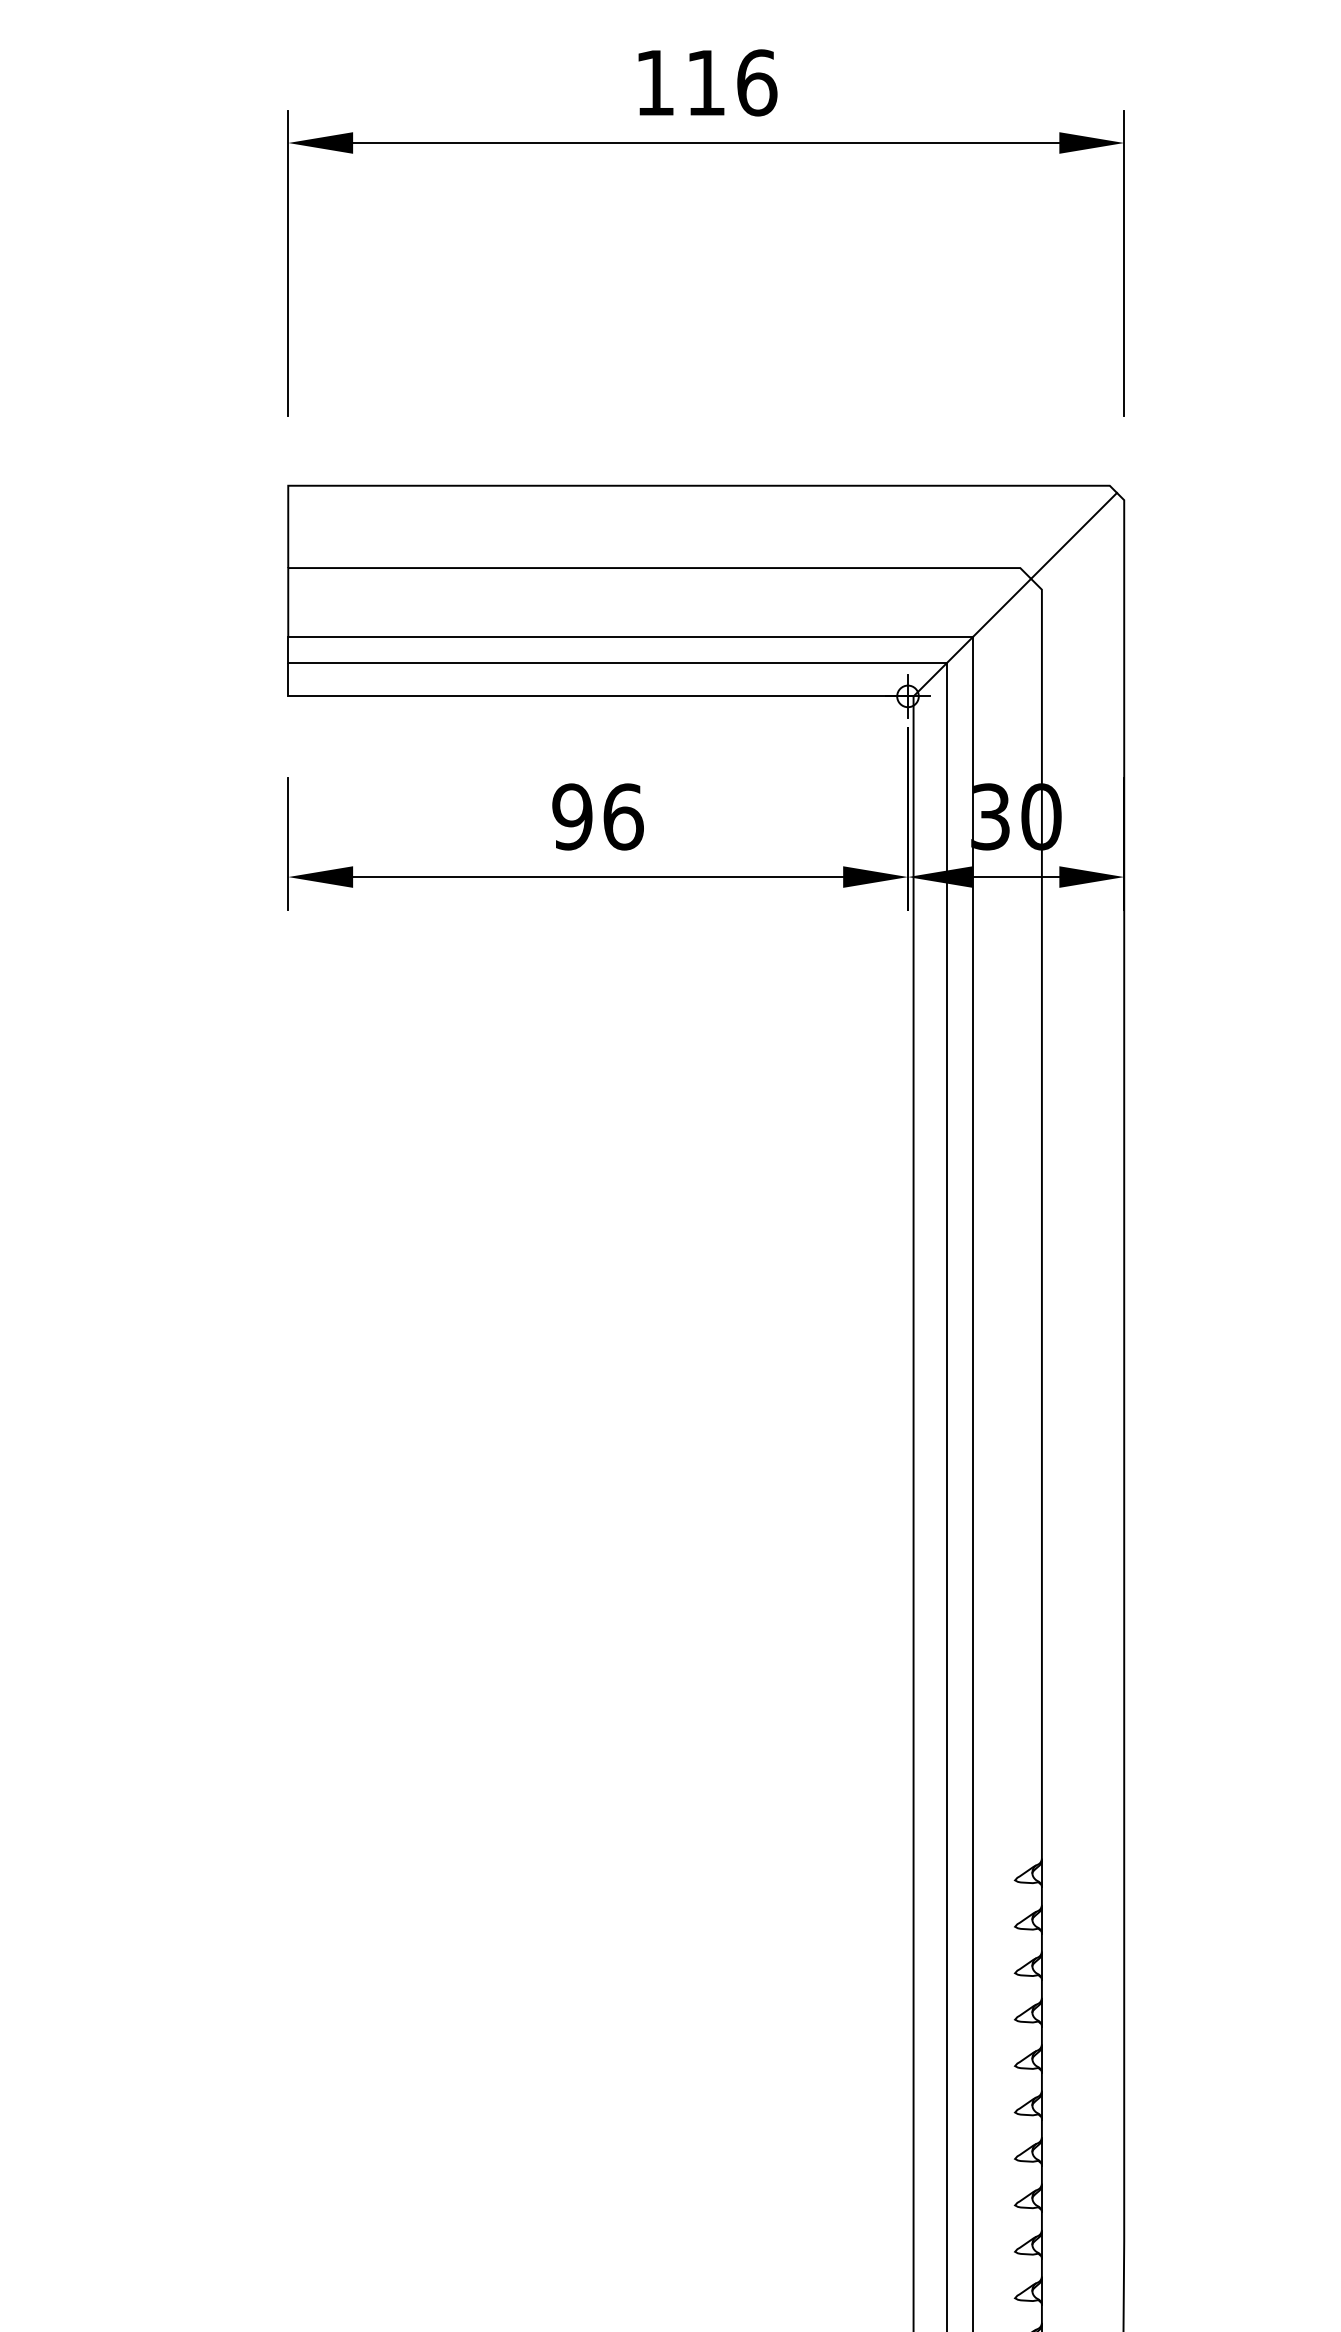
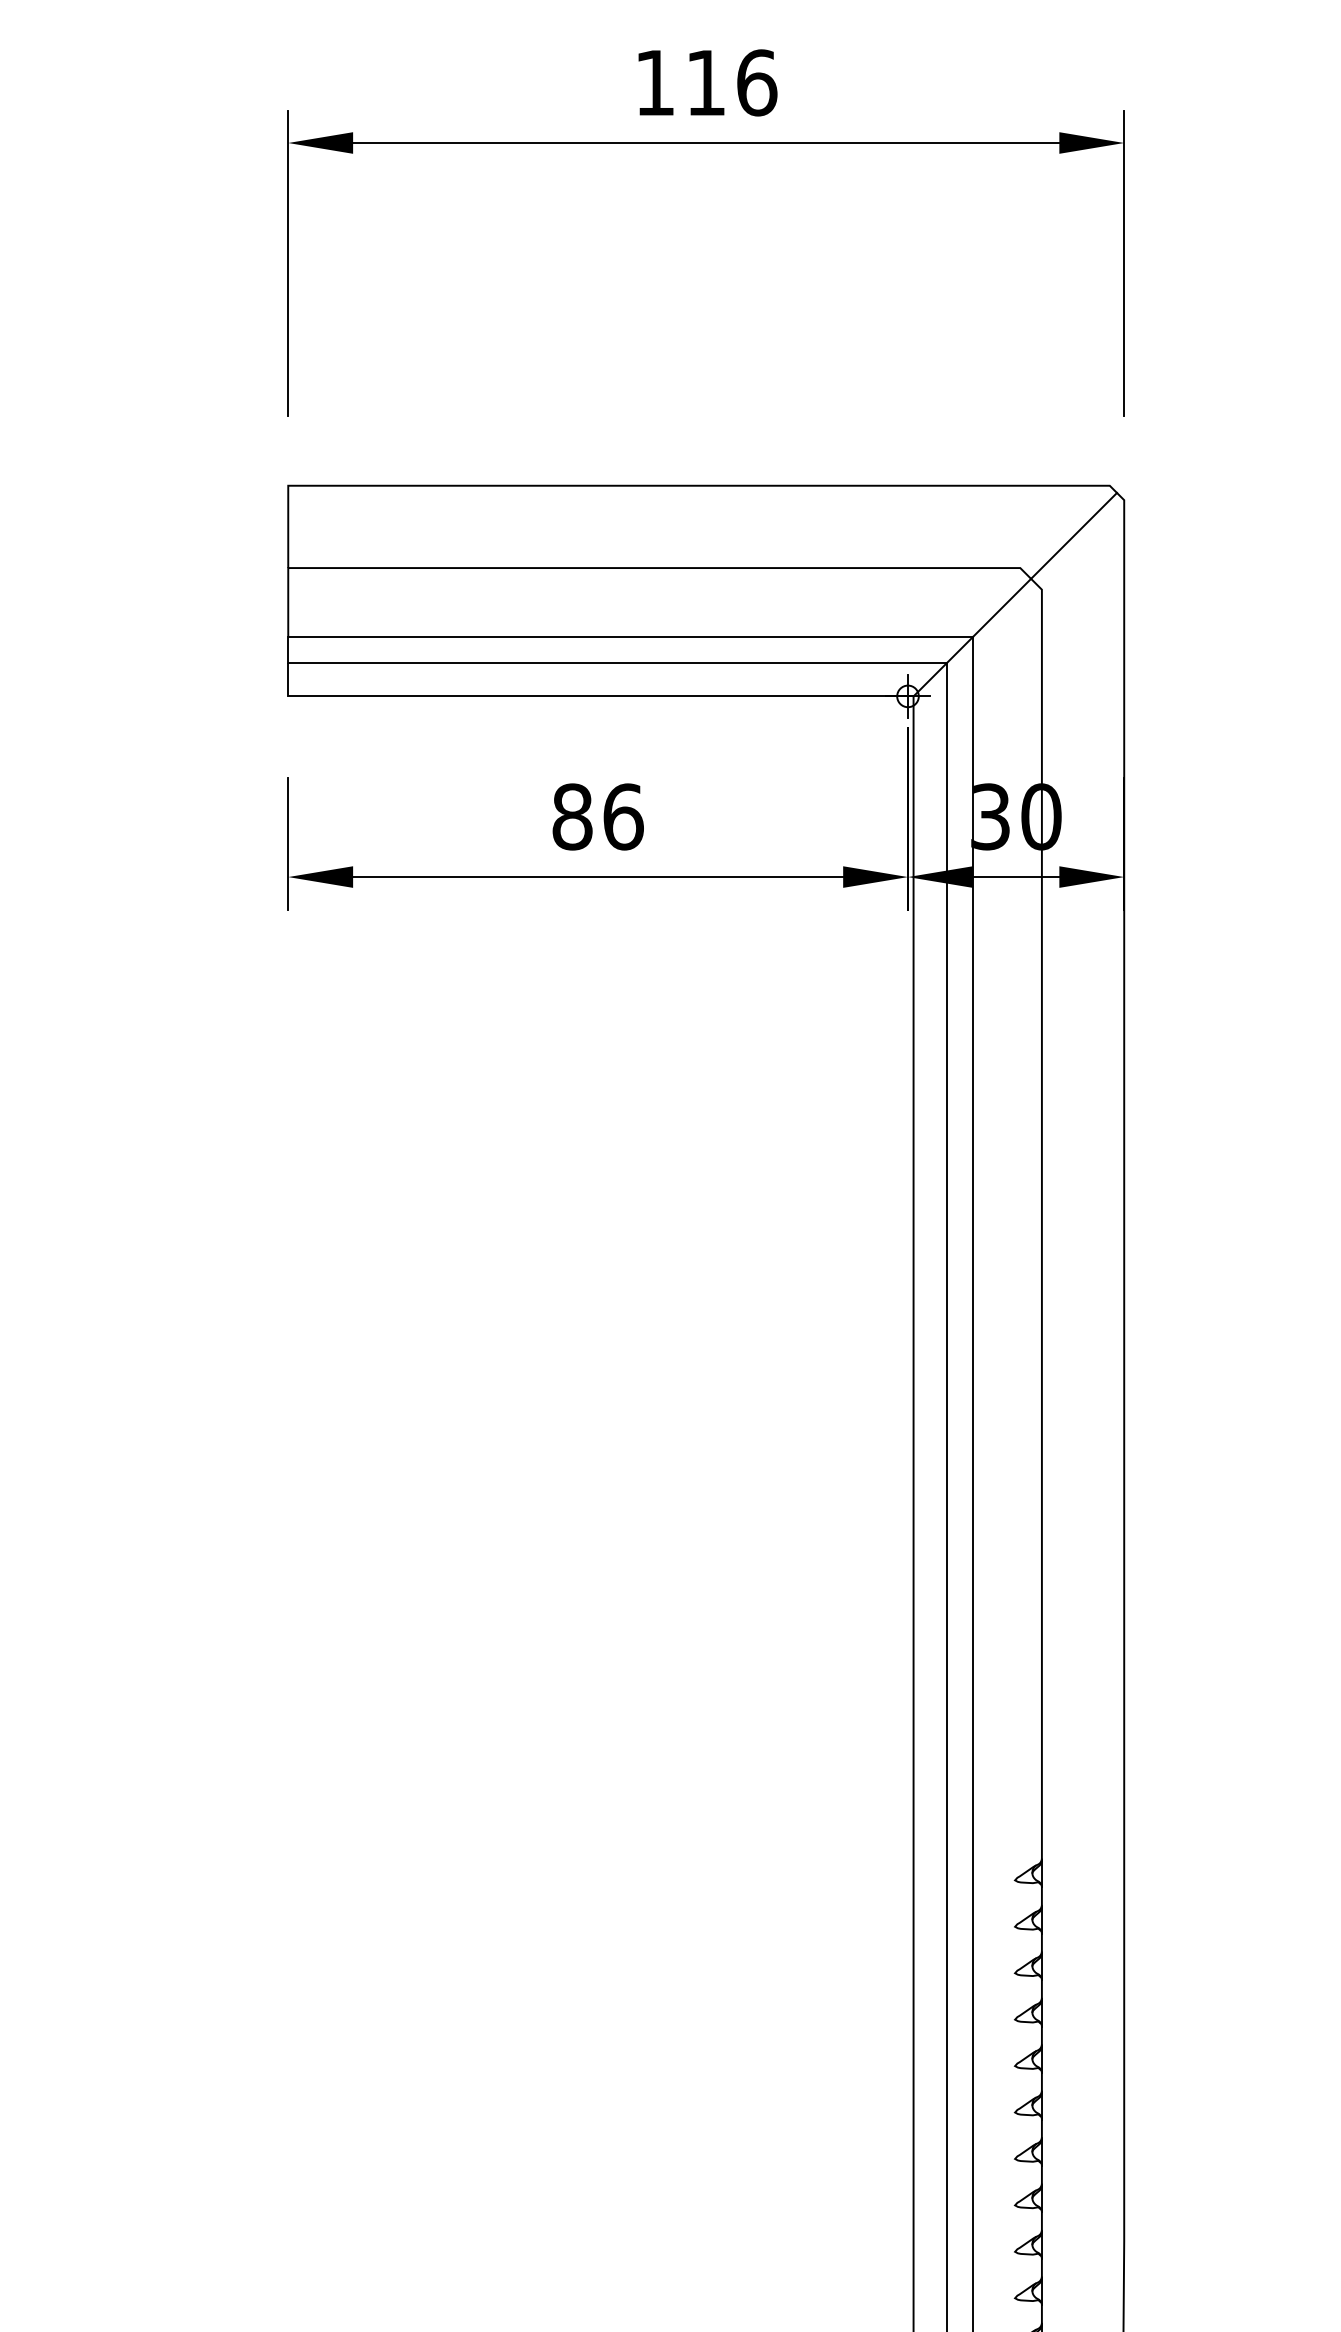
text at (572, 816): 96 -> 86
